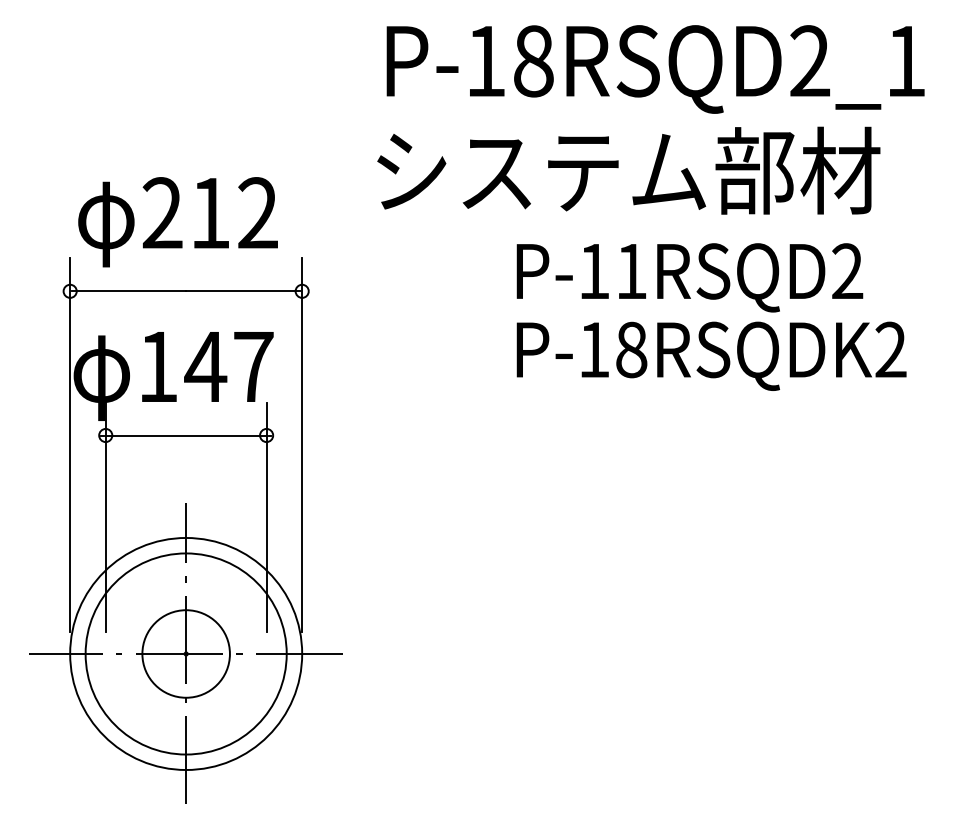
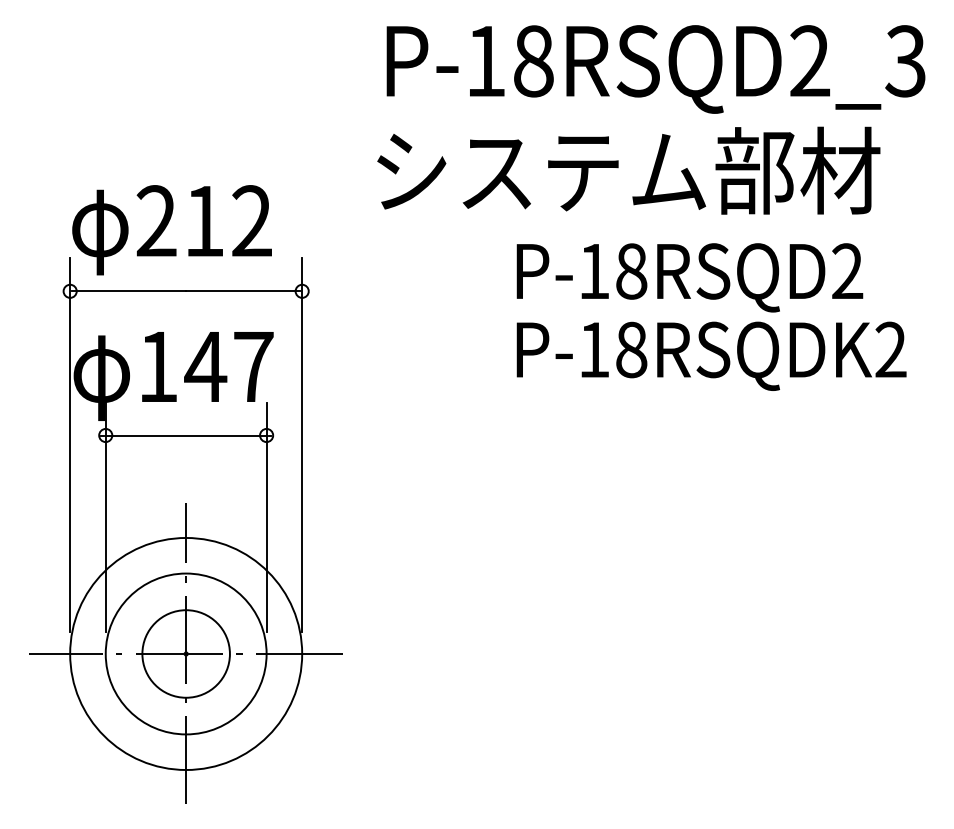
text at (905, 61): P-18RSQD2_1 -> P-18RSQD2_3
text at (177, 222) position: (177, 222) -> (171, 230)
text at (631, 271): P-11RSQD2 -> P-18RSQD2
circle at (185, 653) diameter: 201 px -> 161 px
